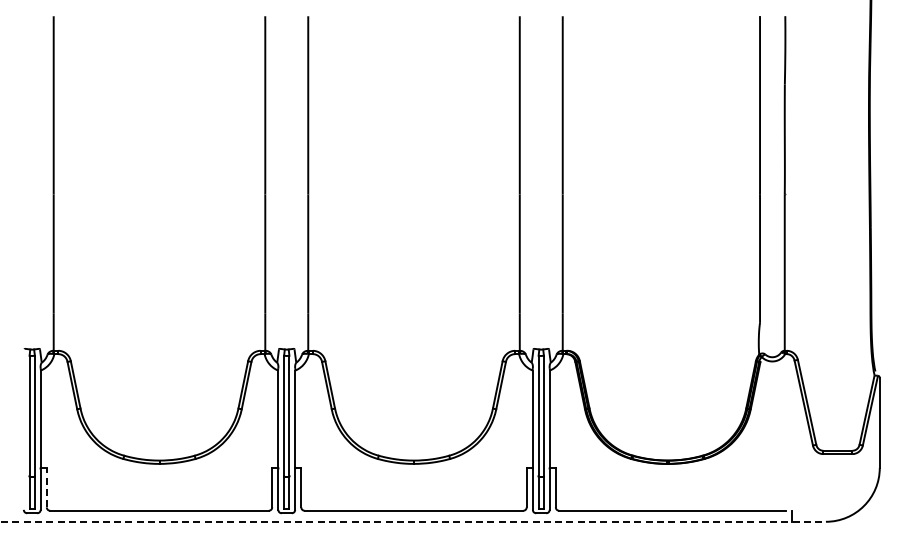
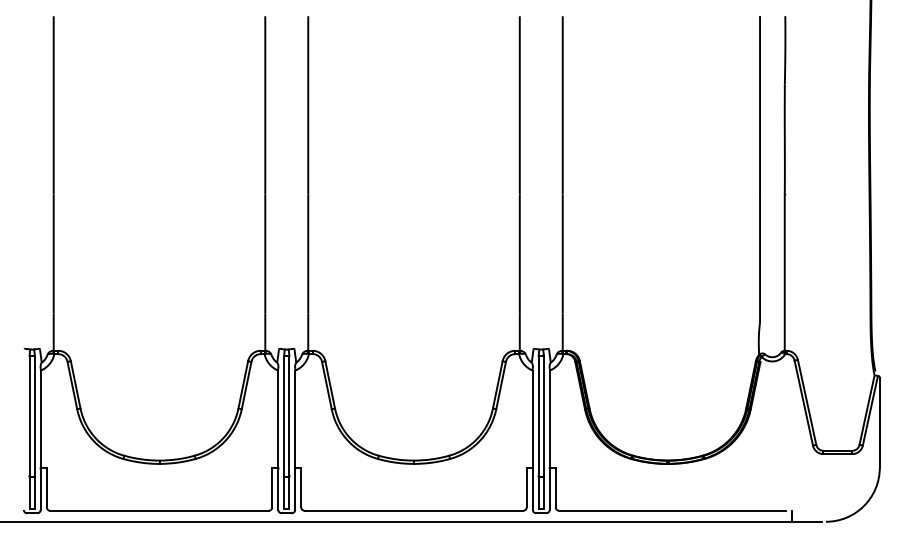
line at (46, 487): dashed -> solid
line at (411, 521): dashed -> solid
